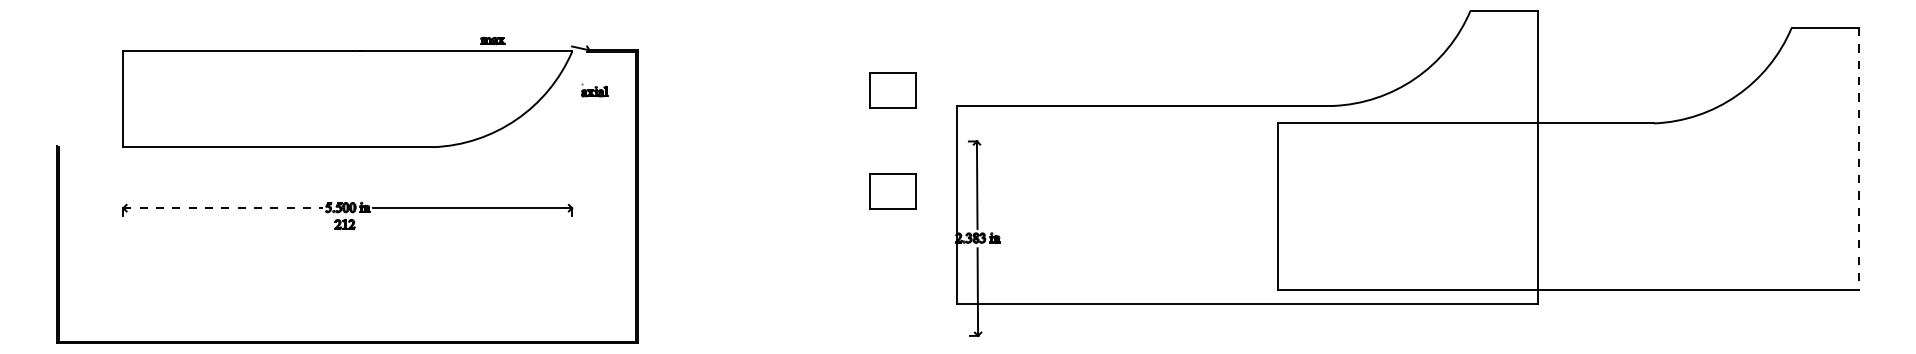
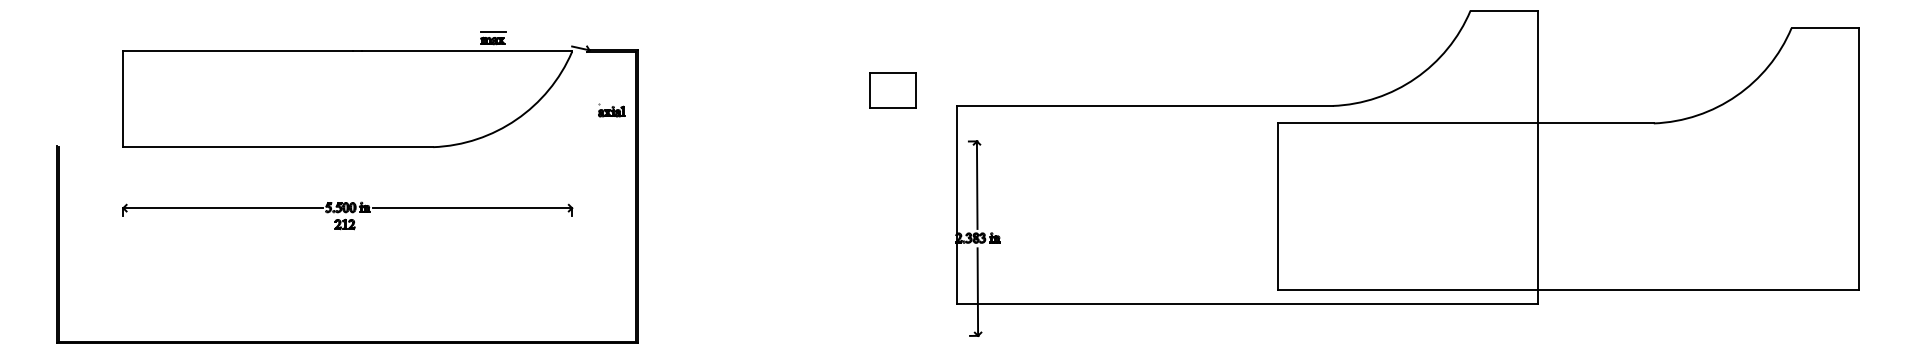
line at (493, 32): none -> present
part at (594, 90) position: (594, 90) -> (611, 110)
line at (1858, 159): dashed -> solid
part at (892, 191): present -> none
line at (223, 208): dashed -> solid
